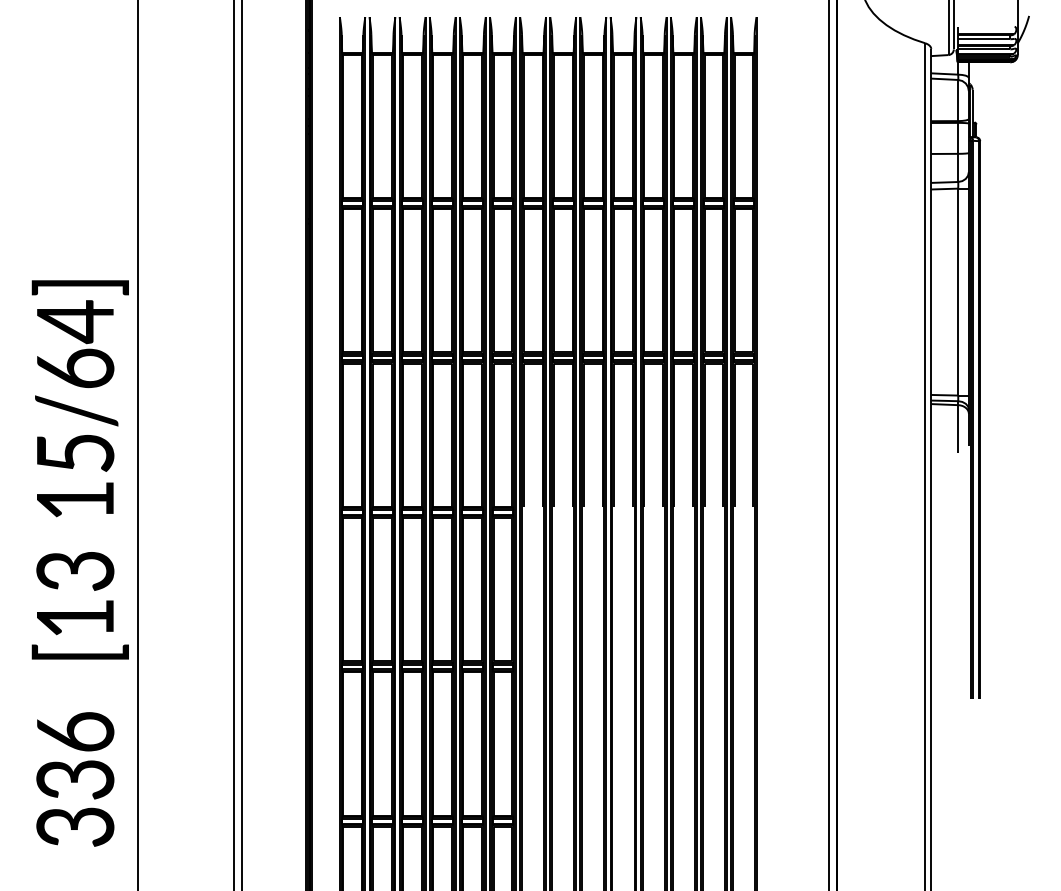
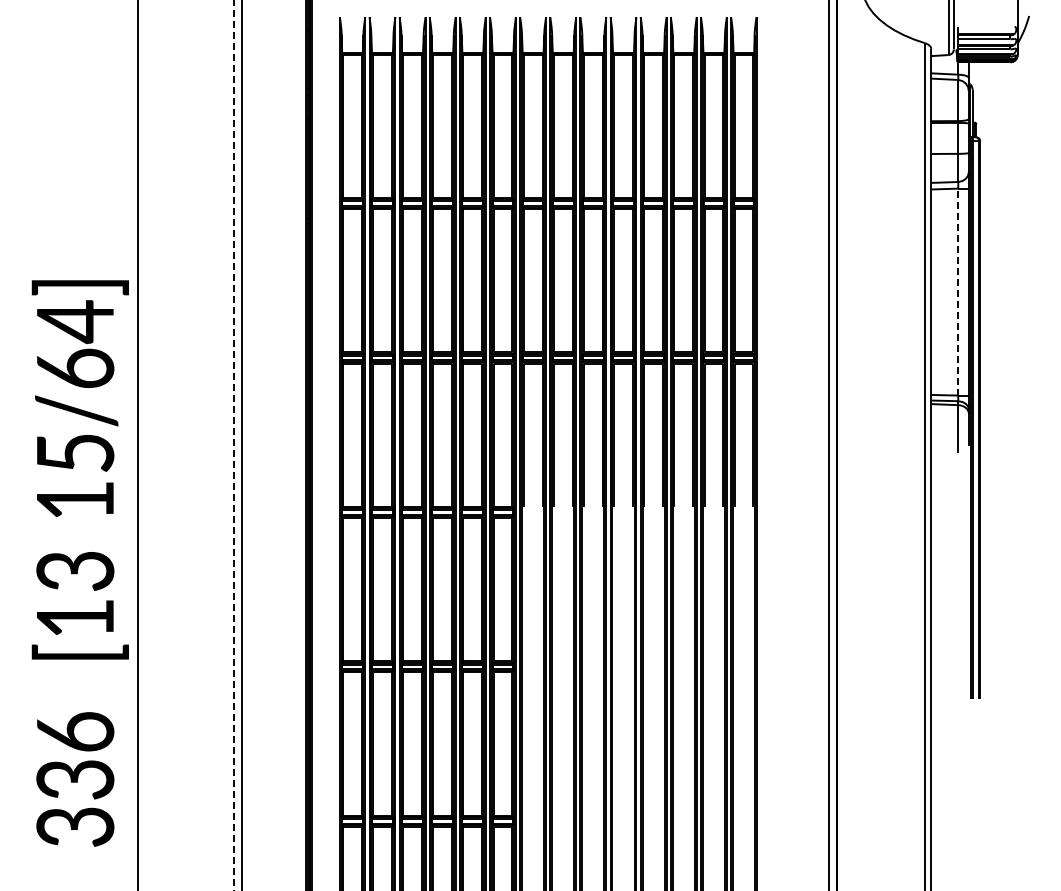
line at (958, 291): solid -> dashed
line at (234, 445): solid -> dashed
